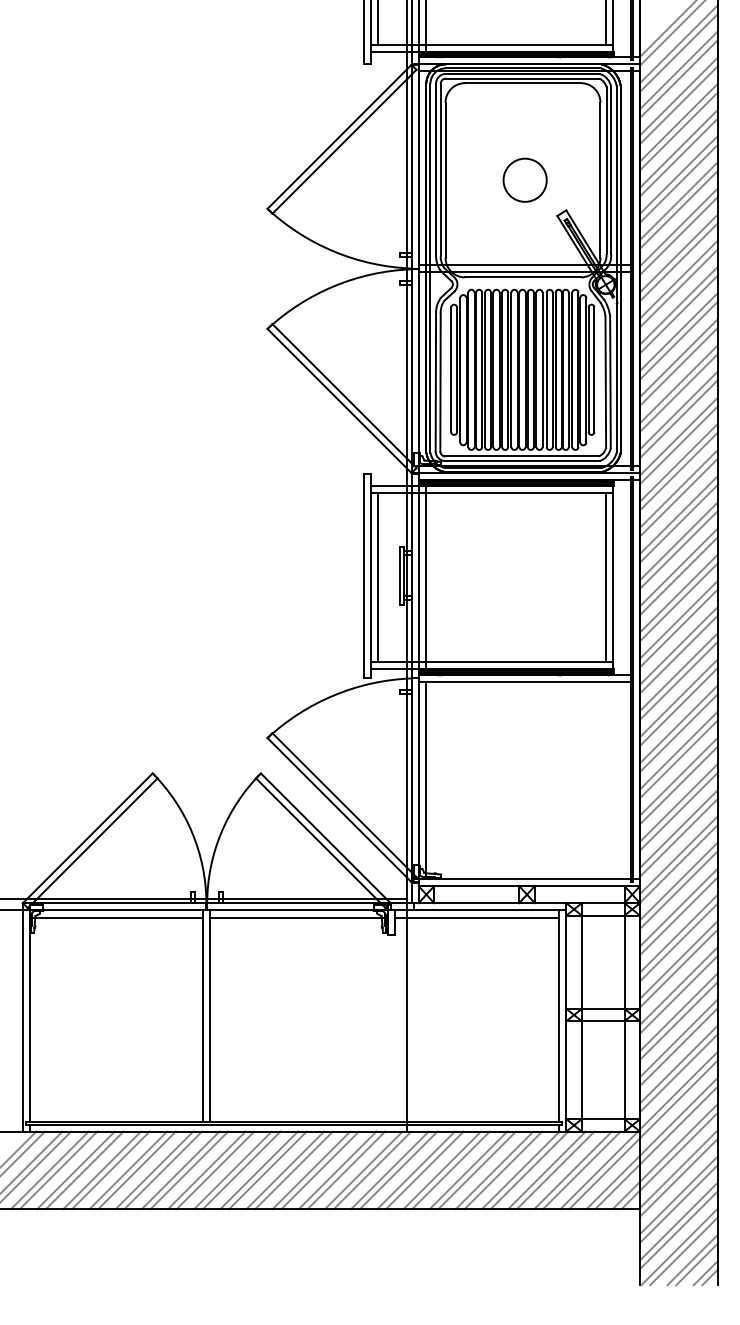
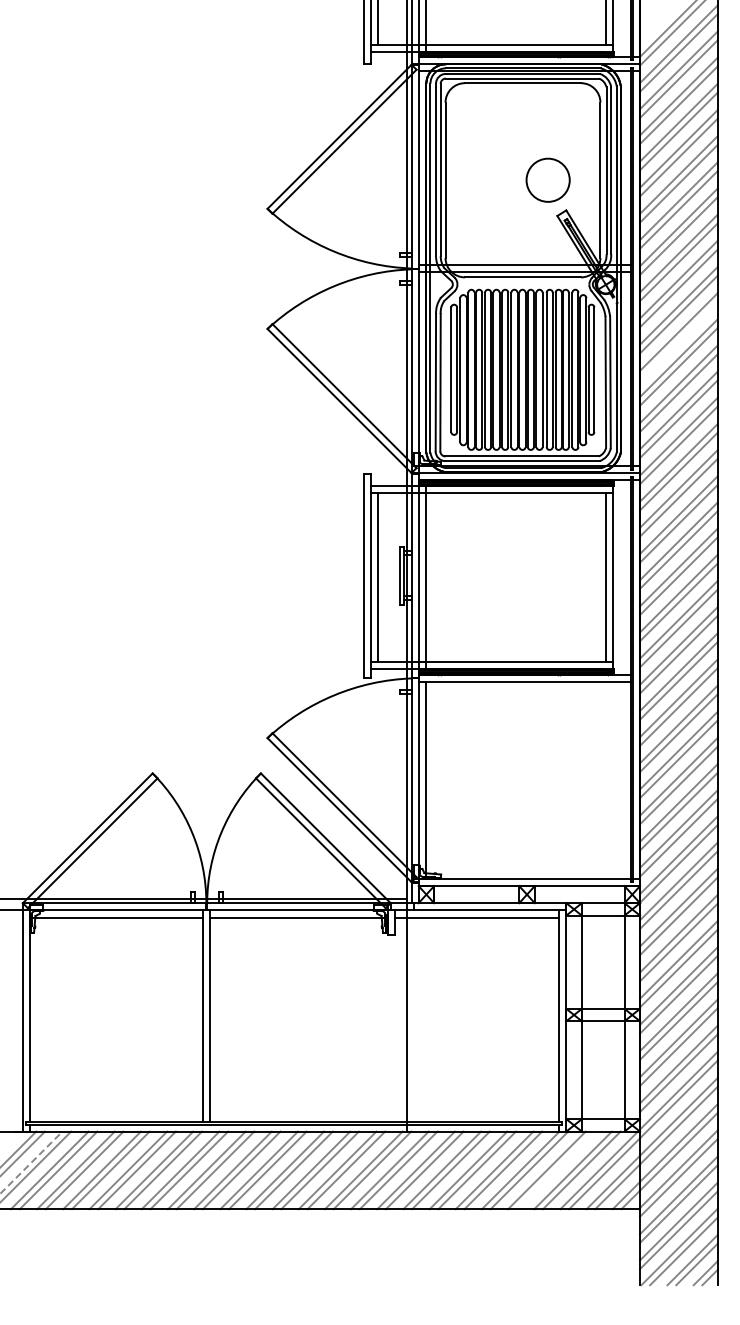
circle at (524, 179) position: (524, 179) -> (547, 179)
line at (678, 340): present -> none
line at (31, 1162): solid -> dashed
line at (555, 1170): present -> none
